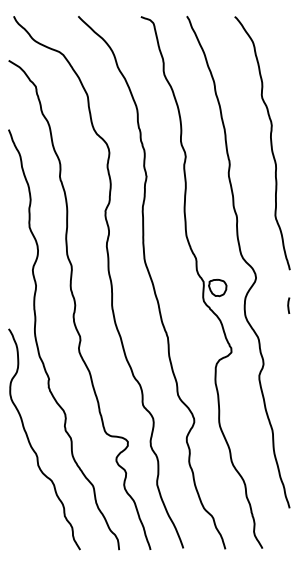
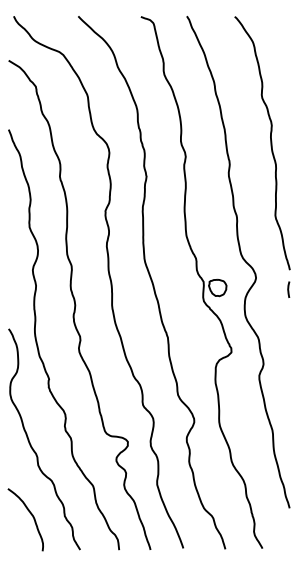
line at (288, 305) position: (288, 305) -> (288, 289)
curve at (30, 514): none -> present
